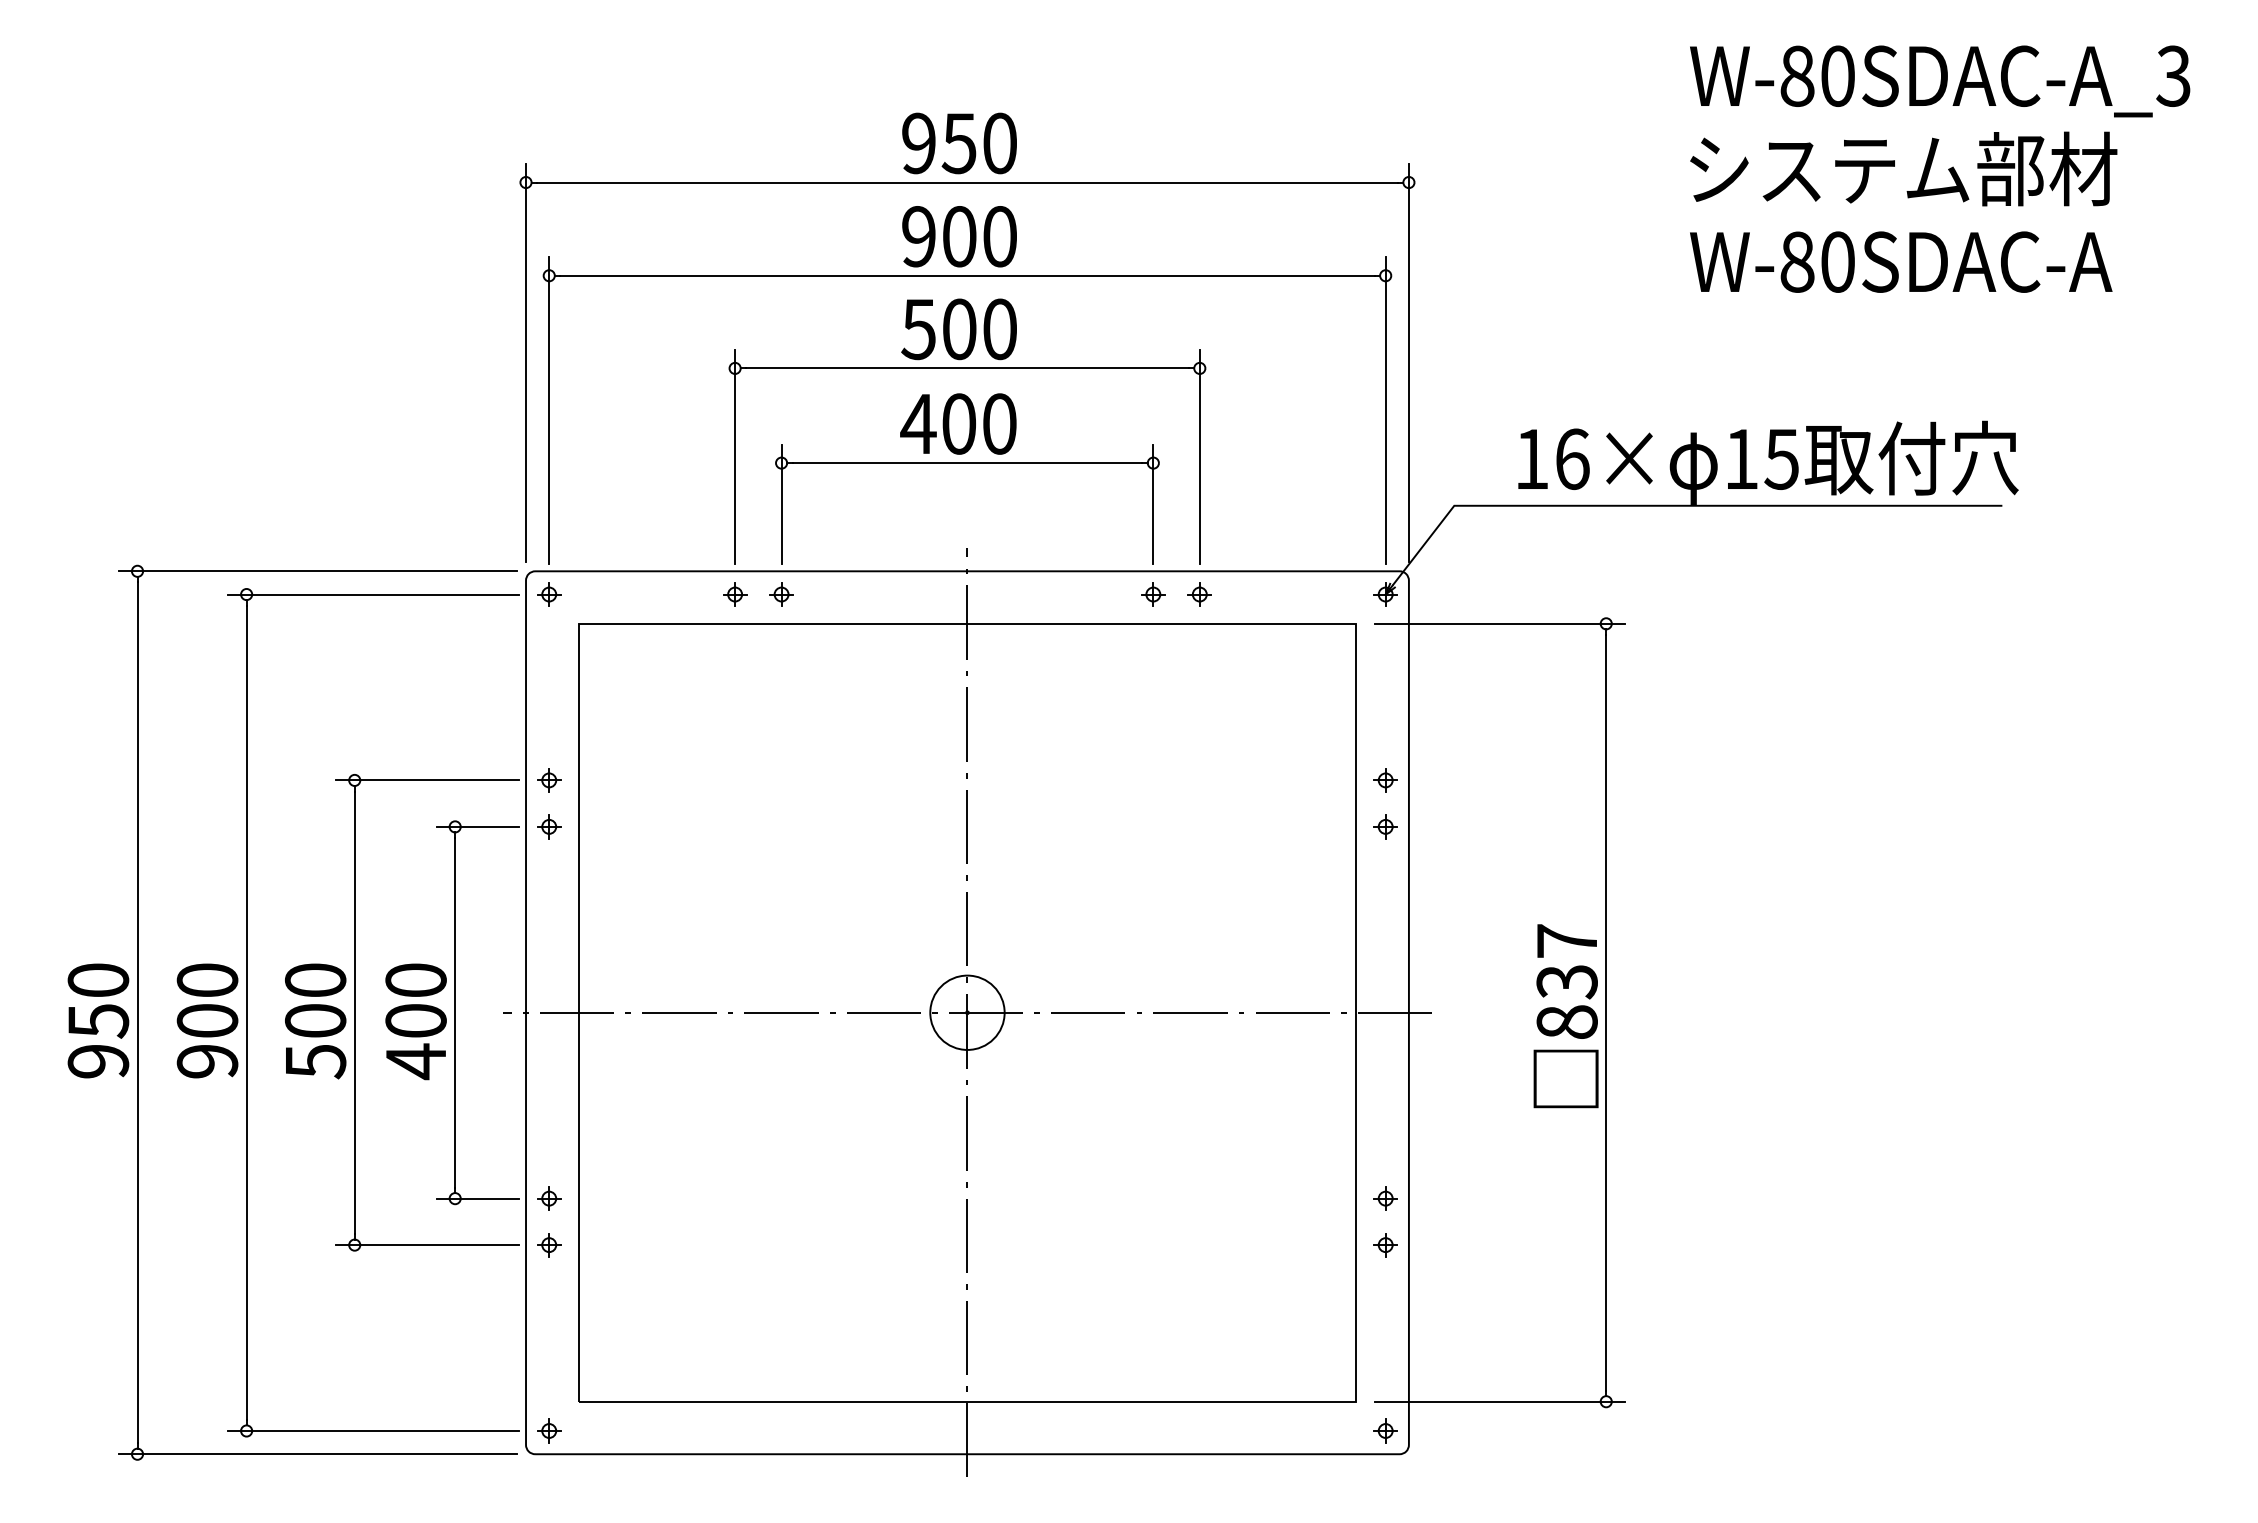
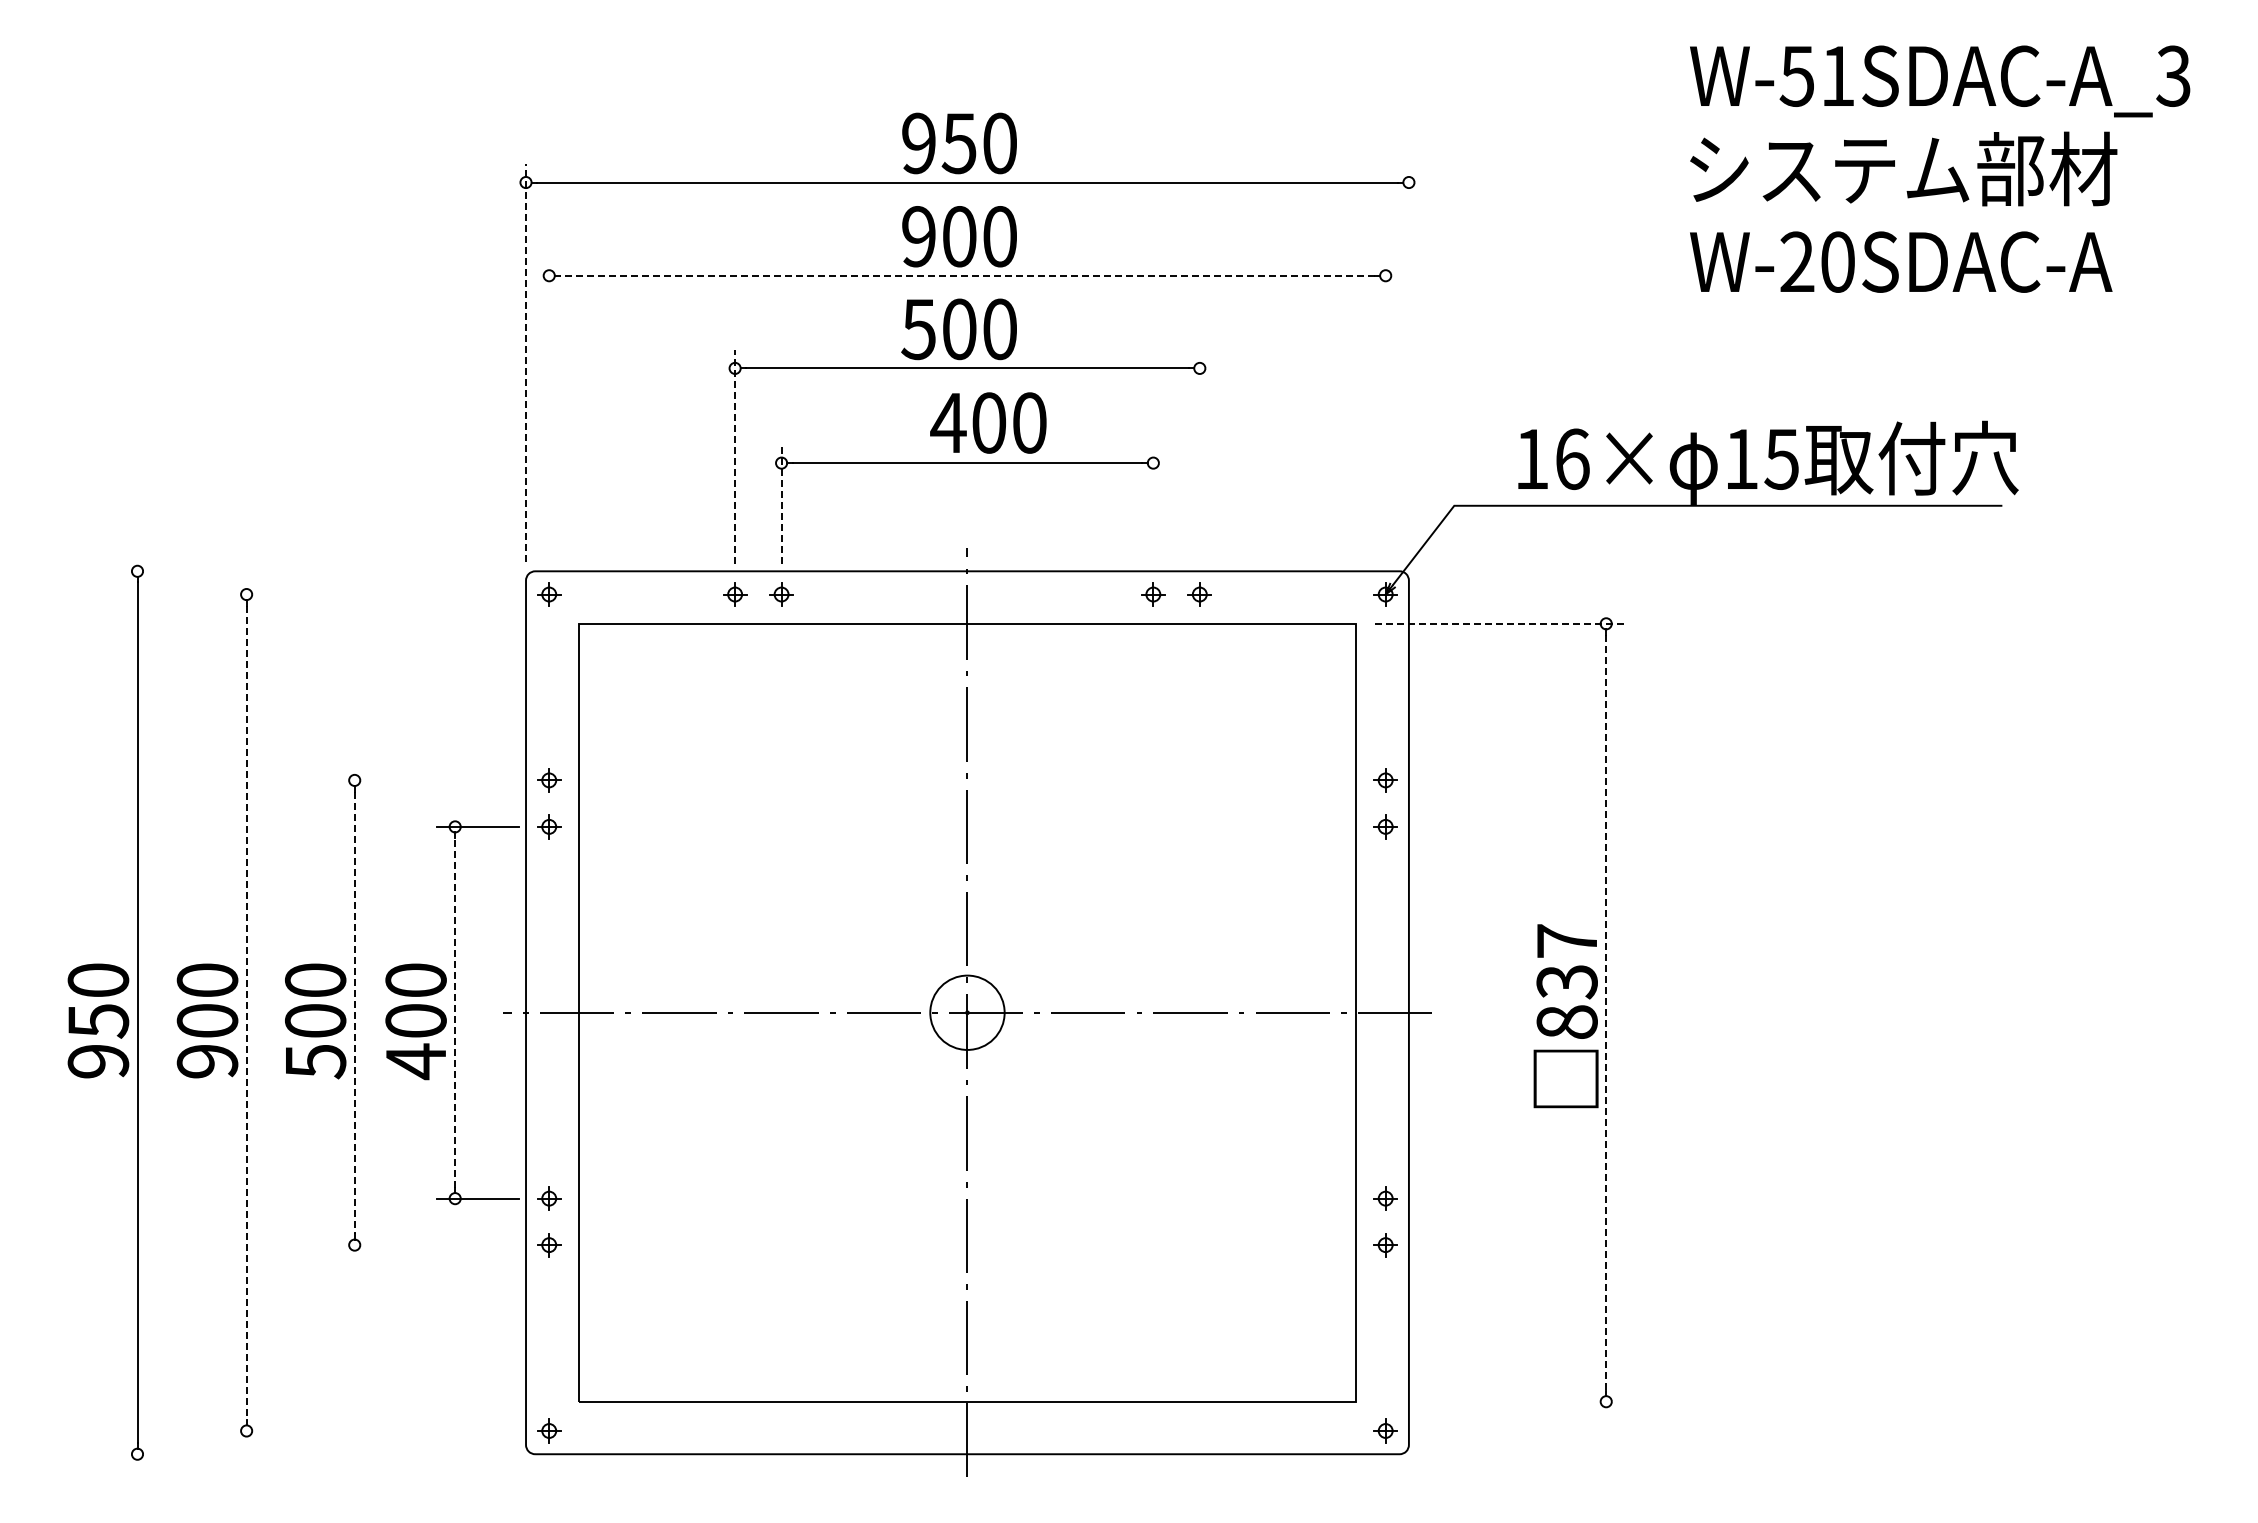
text at (1816, 75): W-80SDAC-A_3 -> W-51SDAC-A_3
text at (1797, 261): W-80SDAC-A -> W-20SDAC-A
line at (966, 275): solid -> dashed
line at (526, 362): solid -> dashed
line at (1408, 362): present -> none
line at (549, 410): present -> none
line at (1385, 410): present -> none
text at (958, 423) position: (958, 423) -> (988, 422)
line at (735, 456): solid -> dashed
line at (1199, 456): present -> none
line at (781, 504): solid -> dashed
line at (1153, 504): present -> none
line at (317, 571): present -> none
line at (373, 594): present -> none
line at (1499, 623): solid -> dashed
line at (427, 780): present -> none
line at (455, 1012): solid -> dashed
line at (1606, 1012): solid -> dashed
line at (246, 1013): solid -> dashed
line at (354, 1013): solid -> dashed
line at (427, 1245): present -> none
line at (1499, 1401): present -> none
line at (373, 1431): present -> none
line at (317, 1454): present -> none
